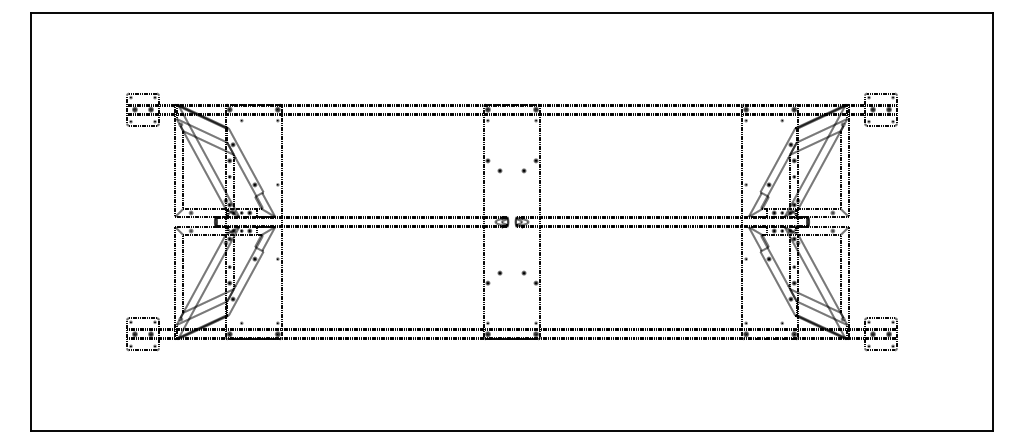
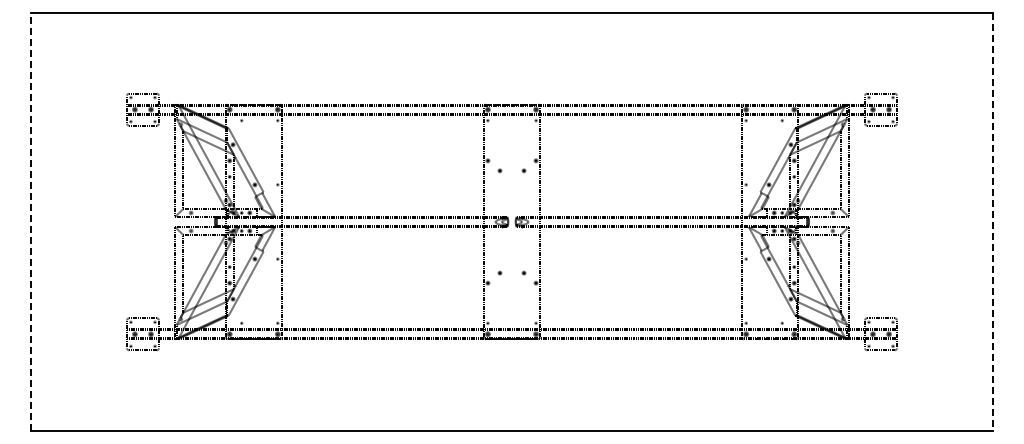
line at (30, 222): solid -> dashed
line at (993, 222): solid -> dashed
